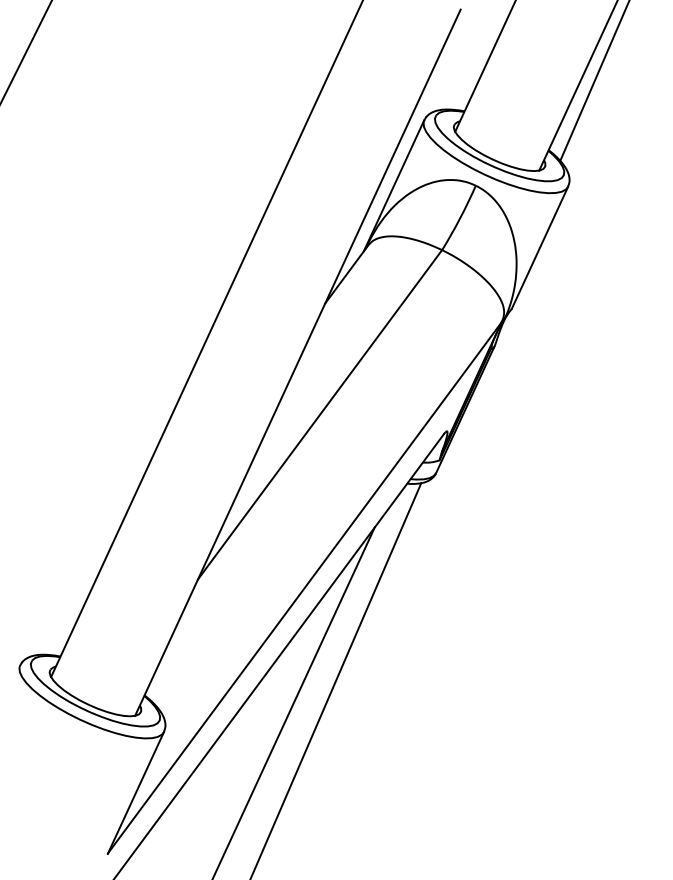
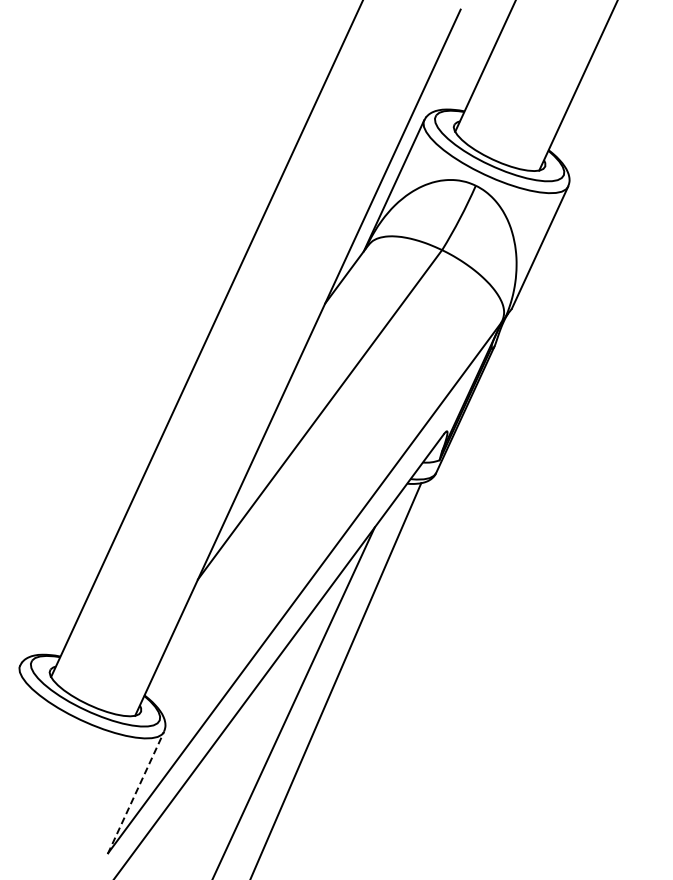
line at (26, 51): present -> none
line at (594, 81): present -> none
line at (136, 792): solid -> dashed
